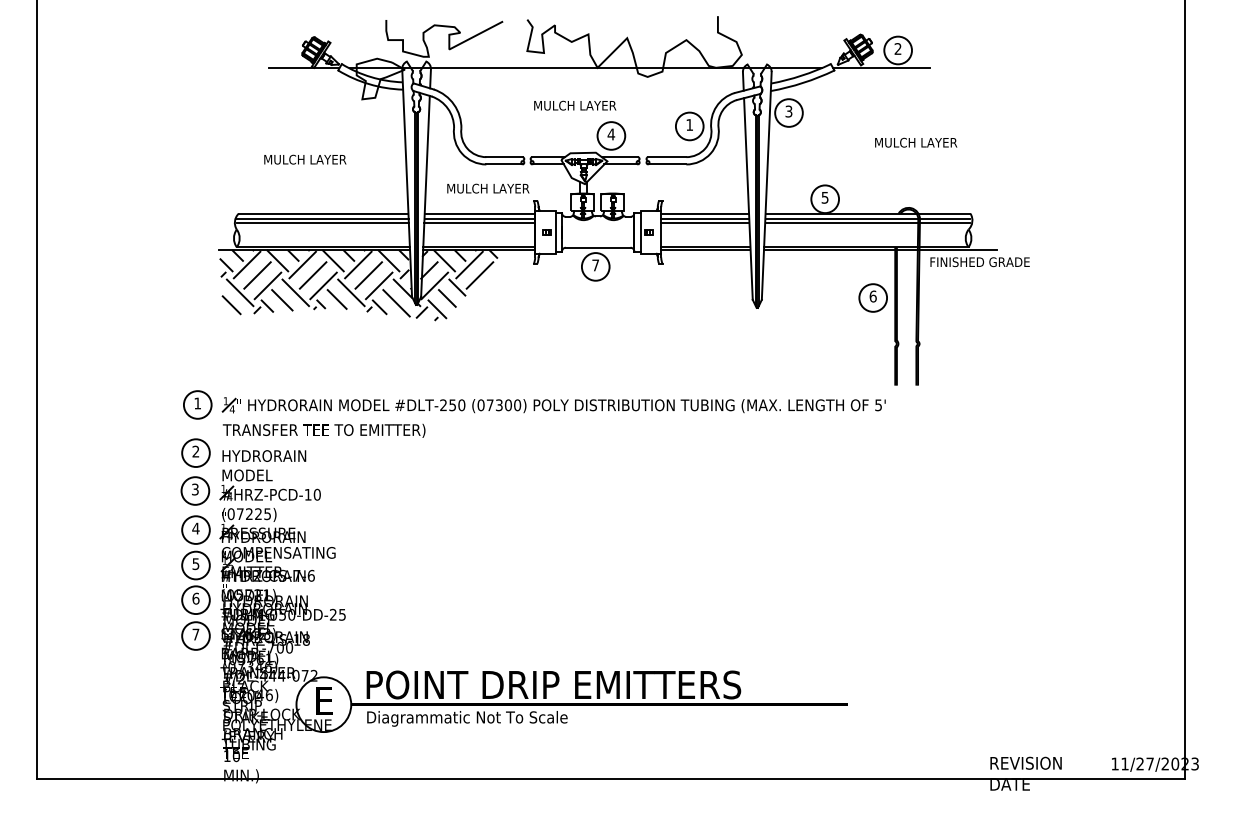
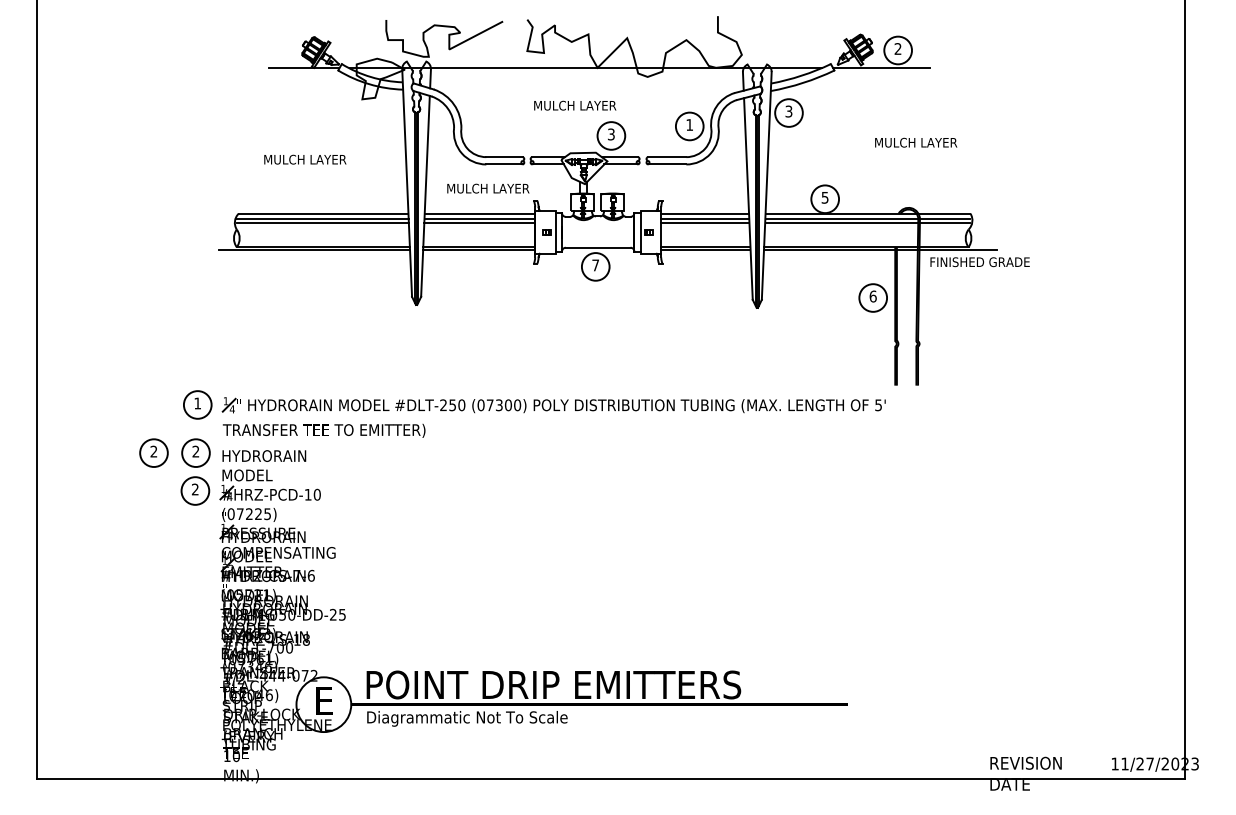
text at (611, 134): 4 -> 3
hatch at (358, 284): present -> none
part at (153, 452): none -> present
text at (195, 489): 3 -> 2
part at (195, 582): present -> none
